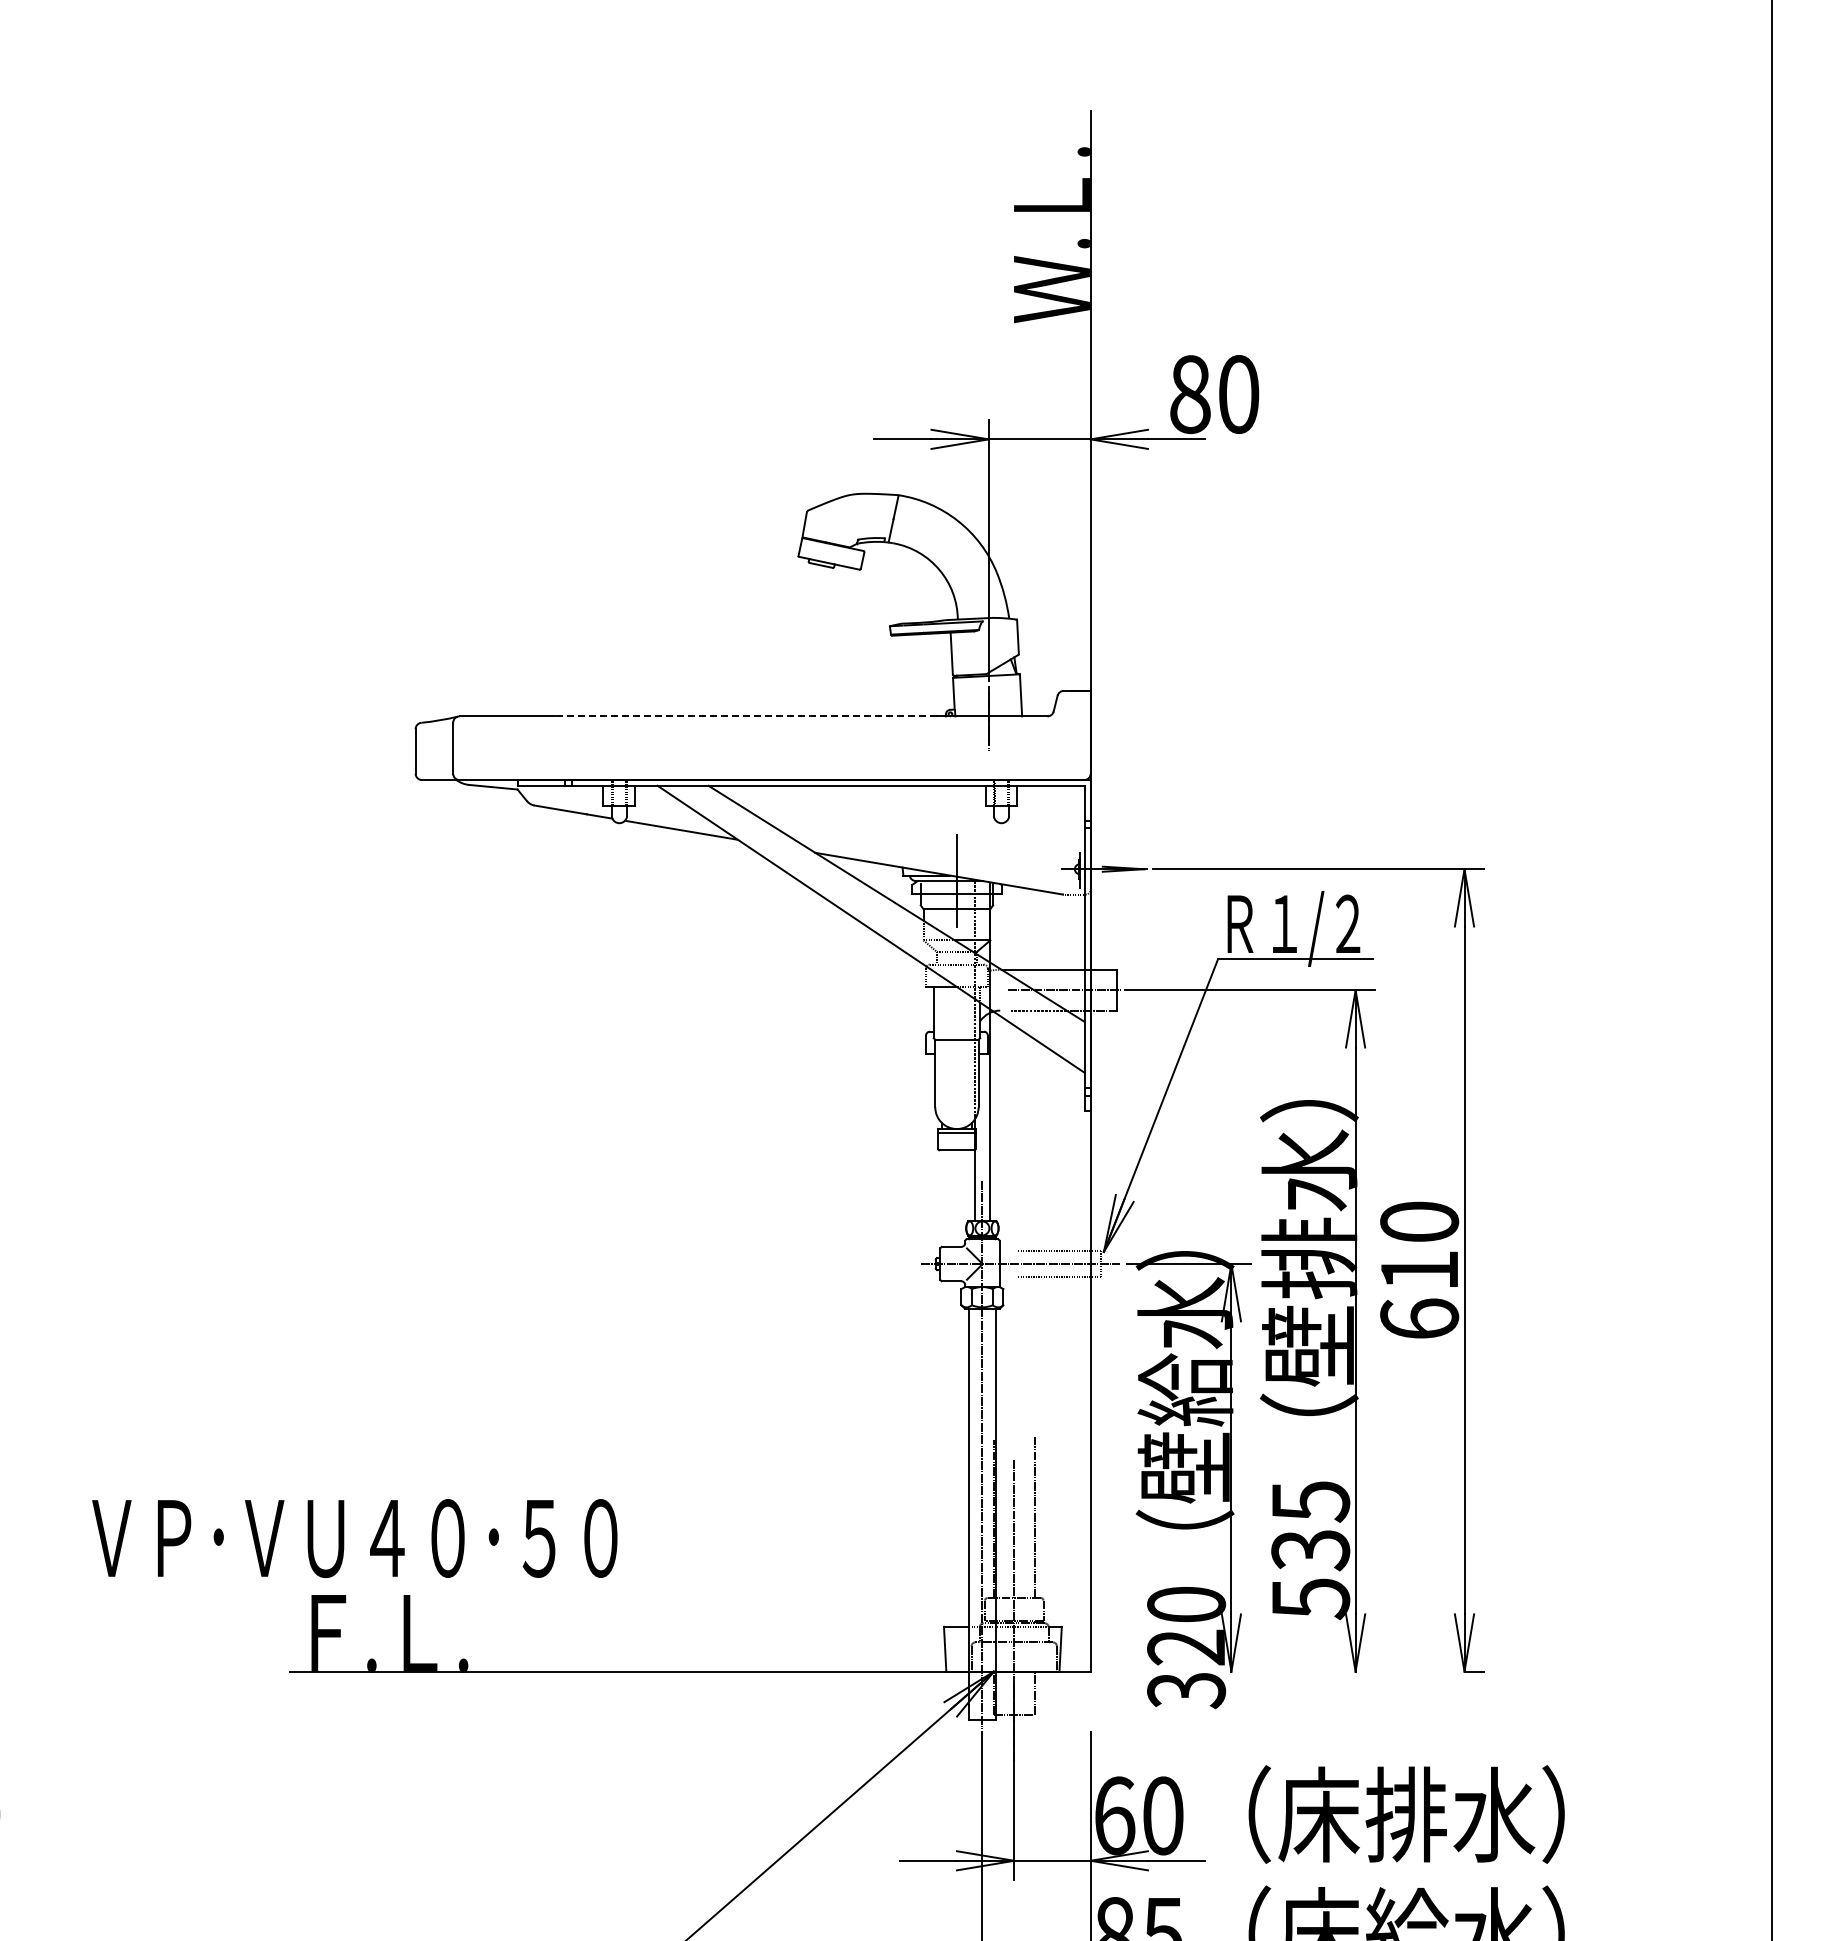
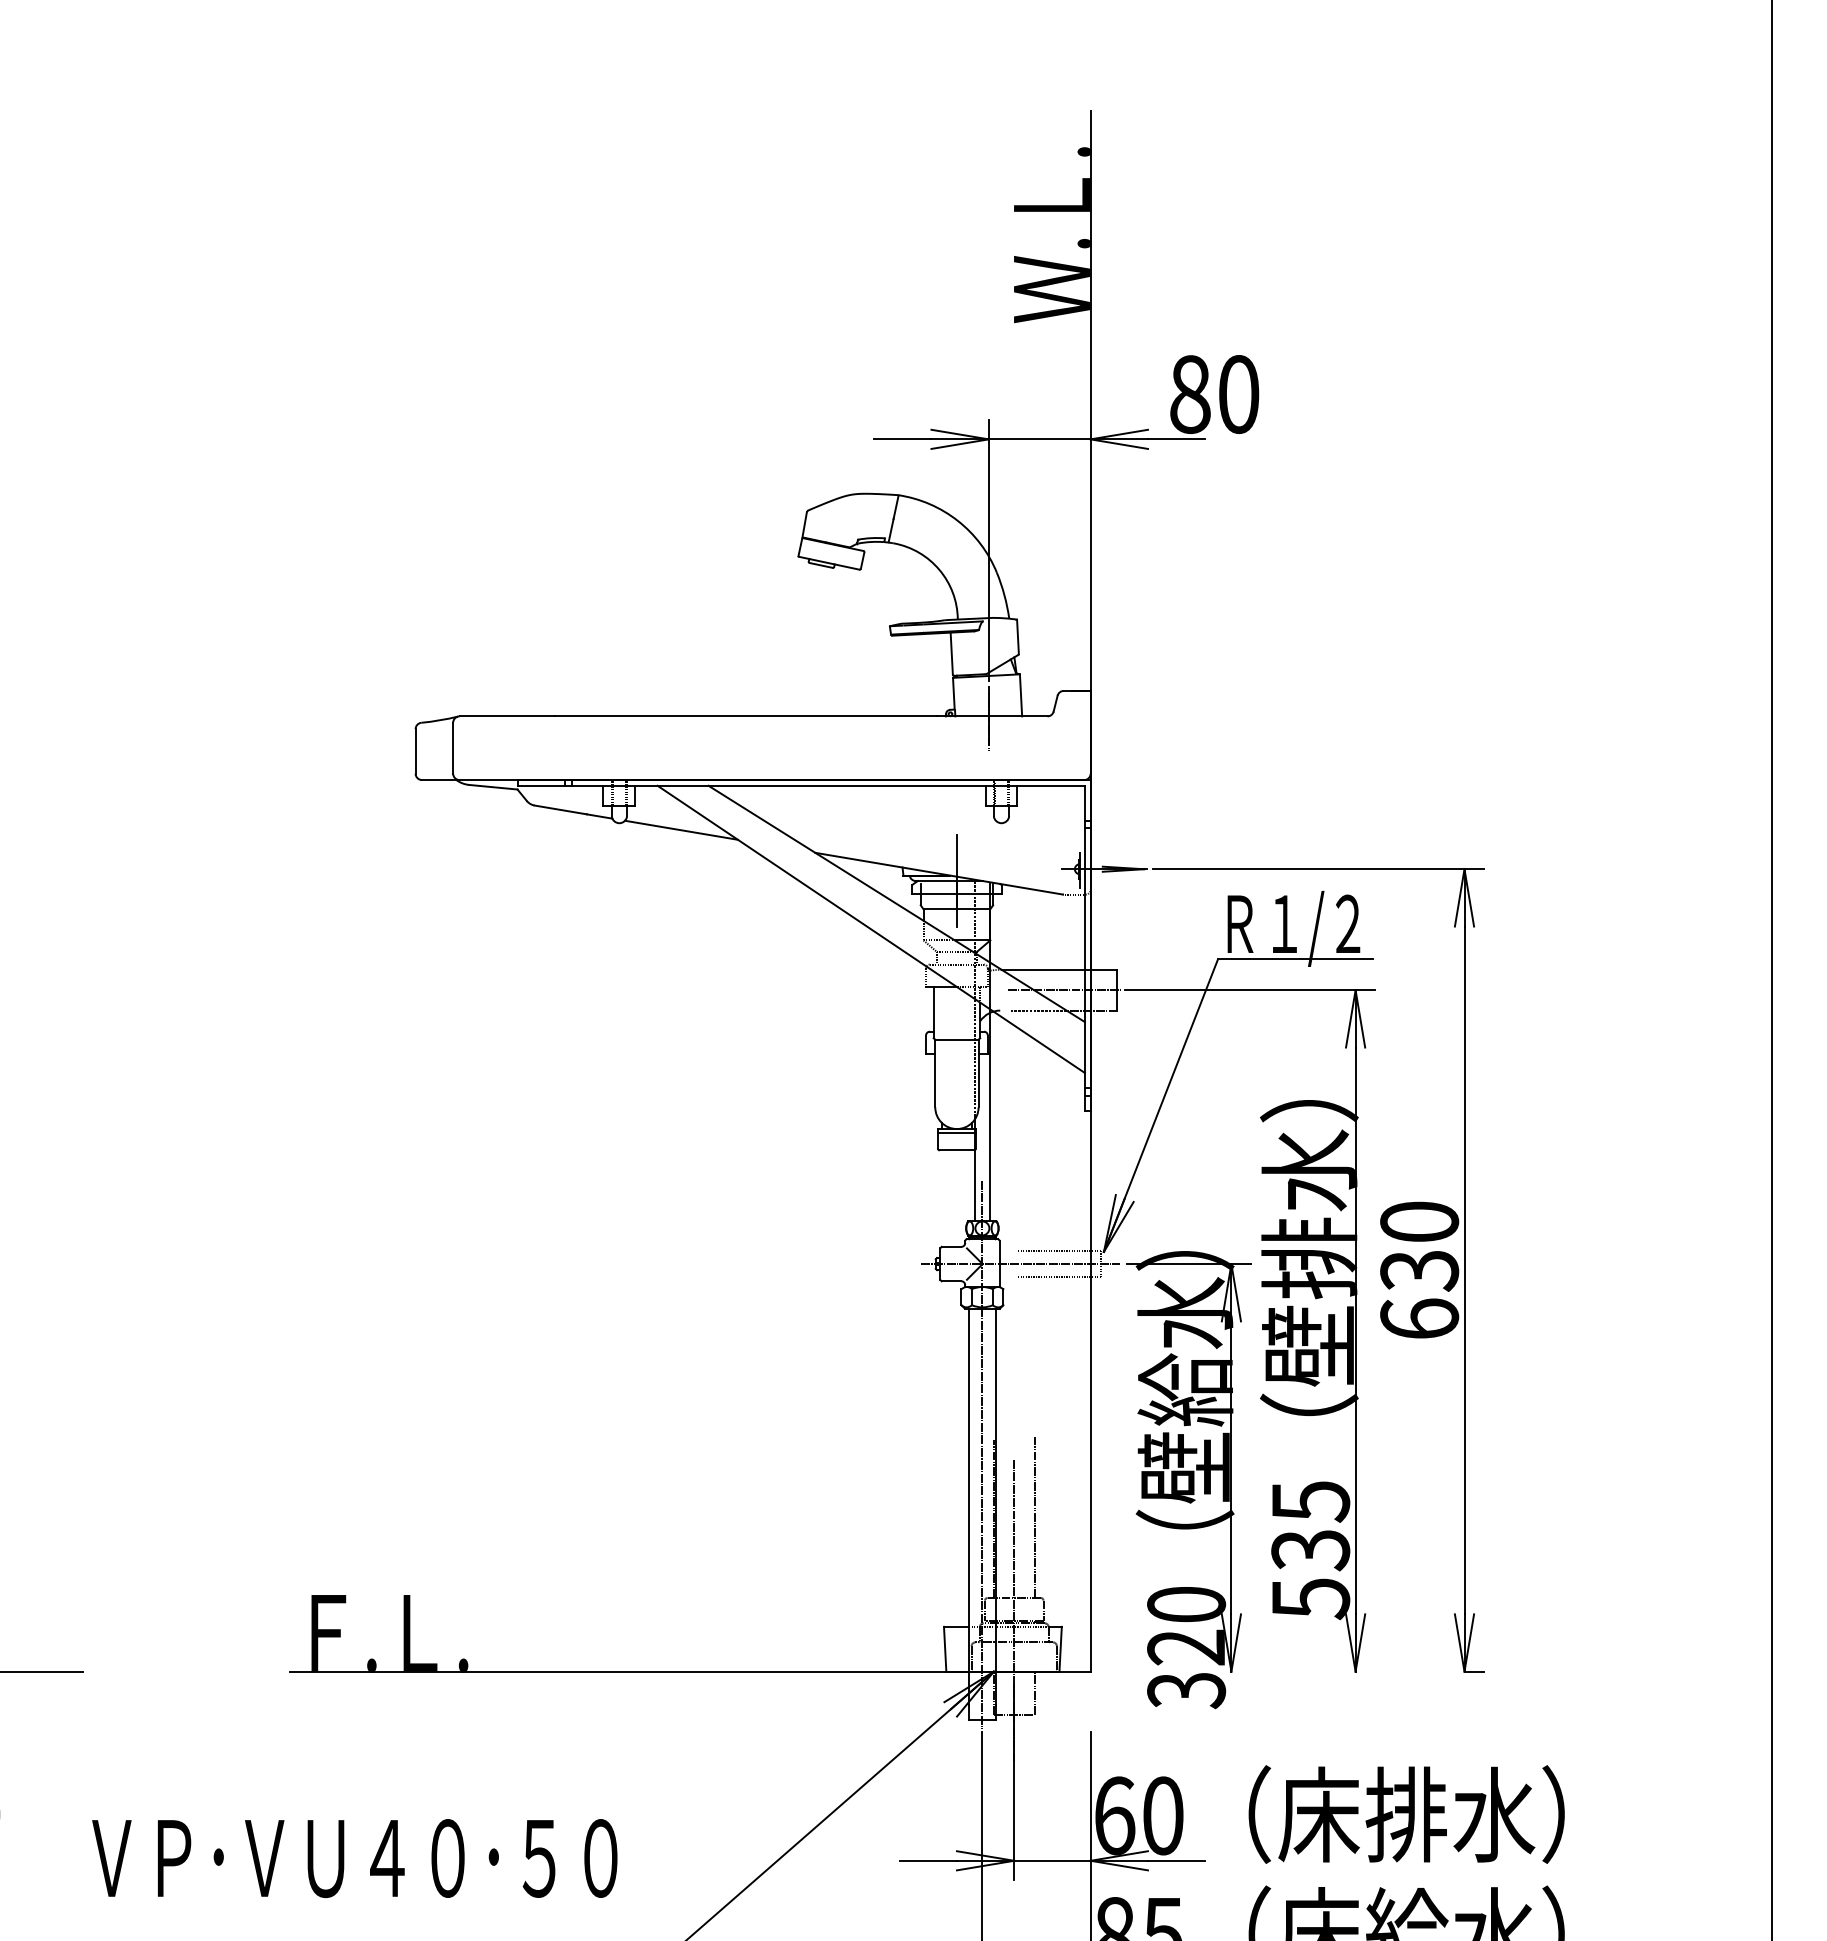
line at (745, 716): dashed -> solid
text at (1419, 1271): 610 -> 630
text at (354, 1538) position: (354, 1538) -> (354, 1858)
line at (42, 1671): none -> present
